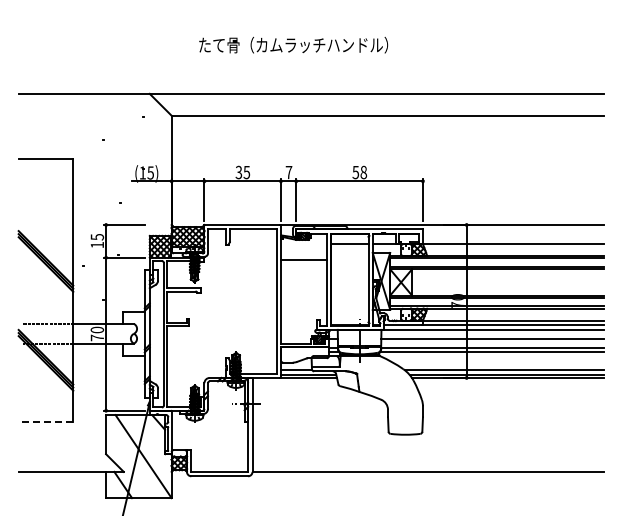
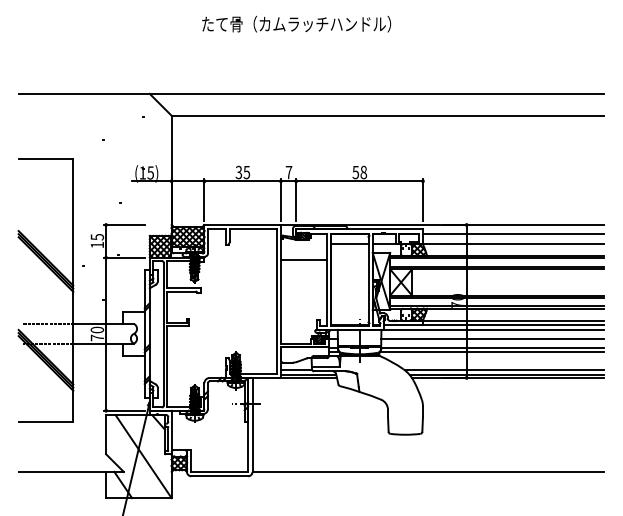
text at (293, 44) position: (293, 44) -> (296, 23)
line at (513, 234): none -> present
line at (45, 421): dashed -> solid
